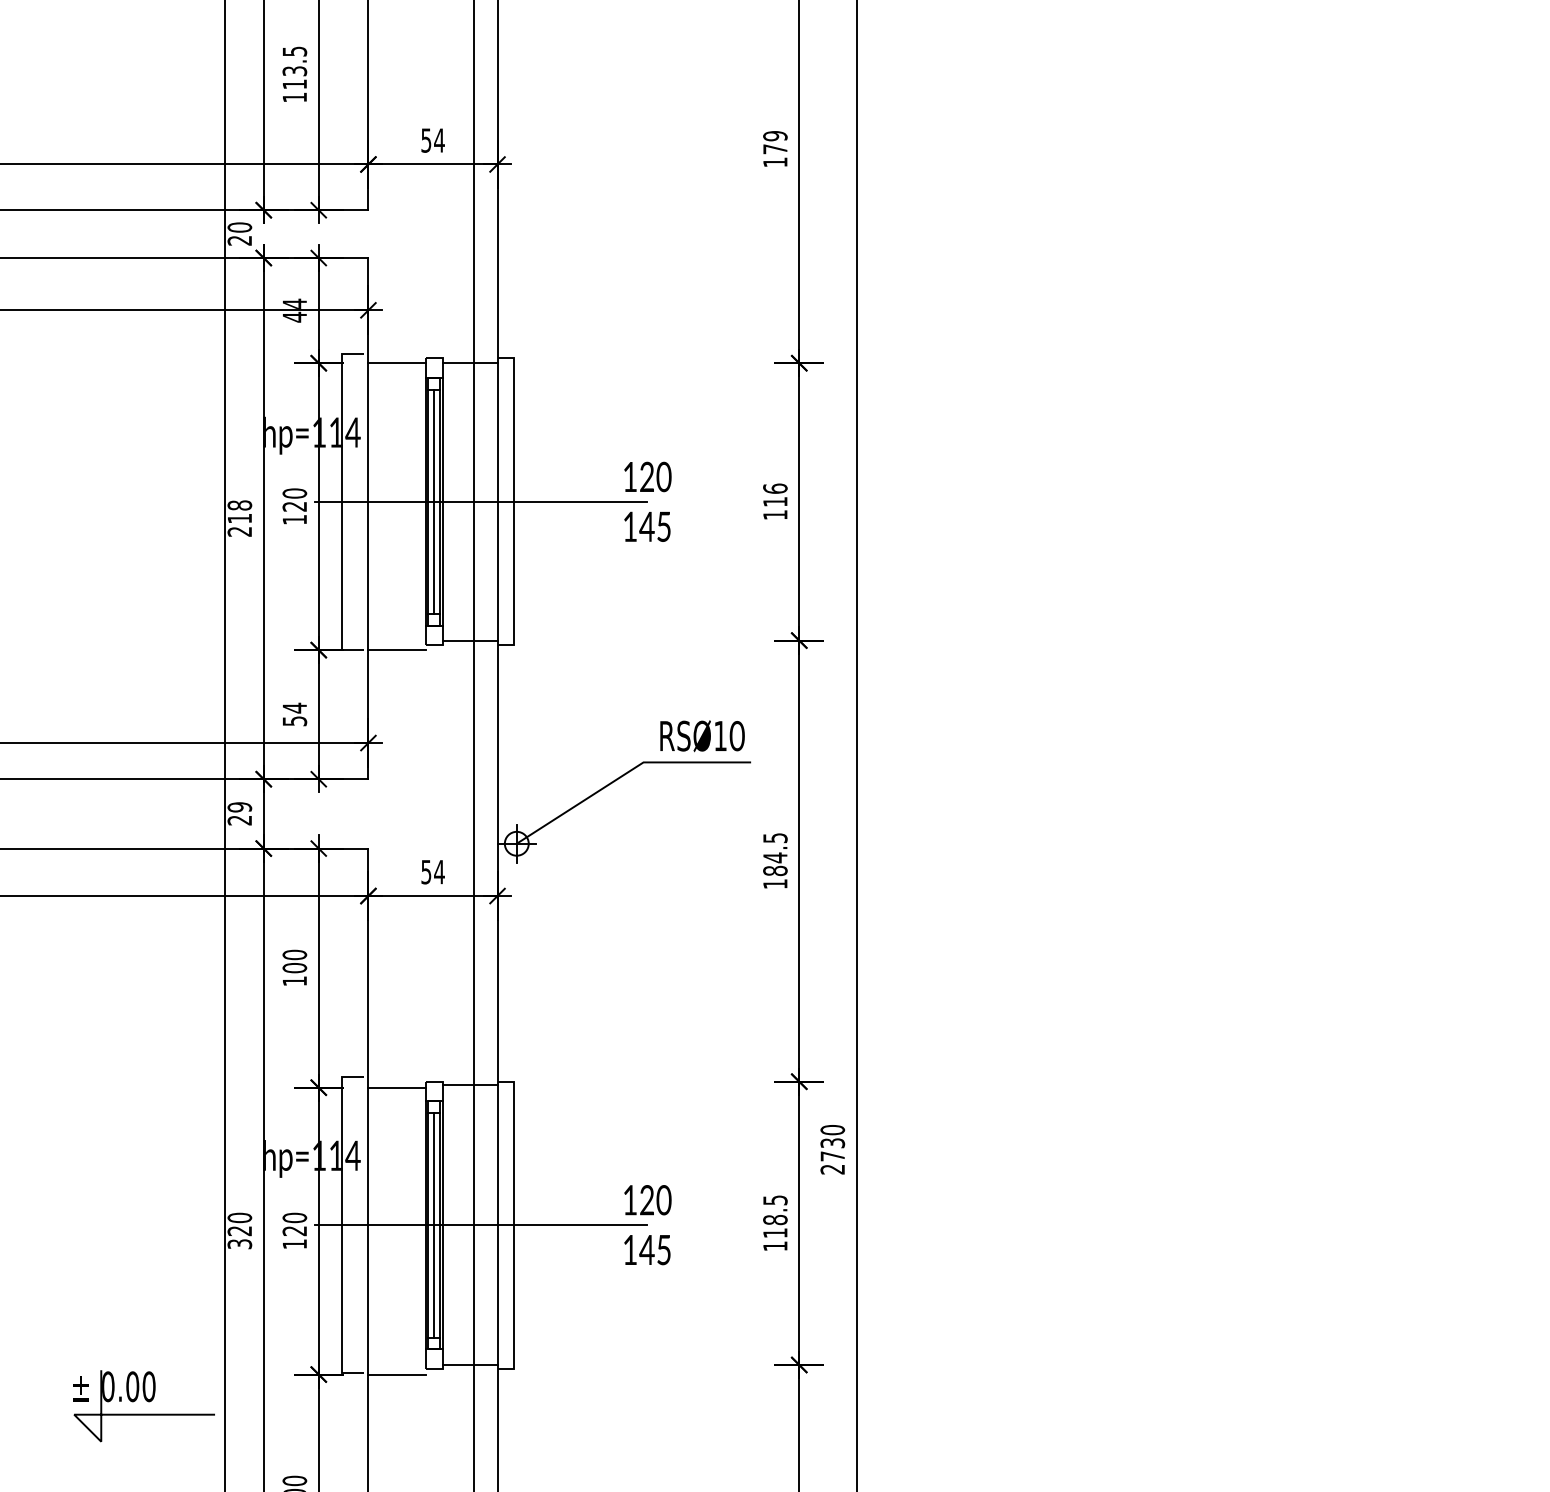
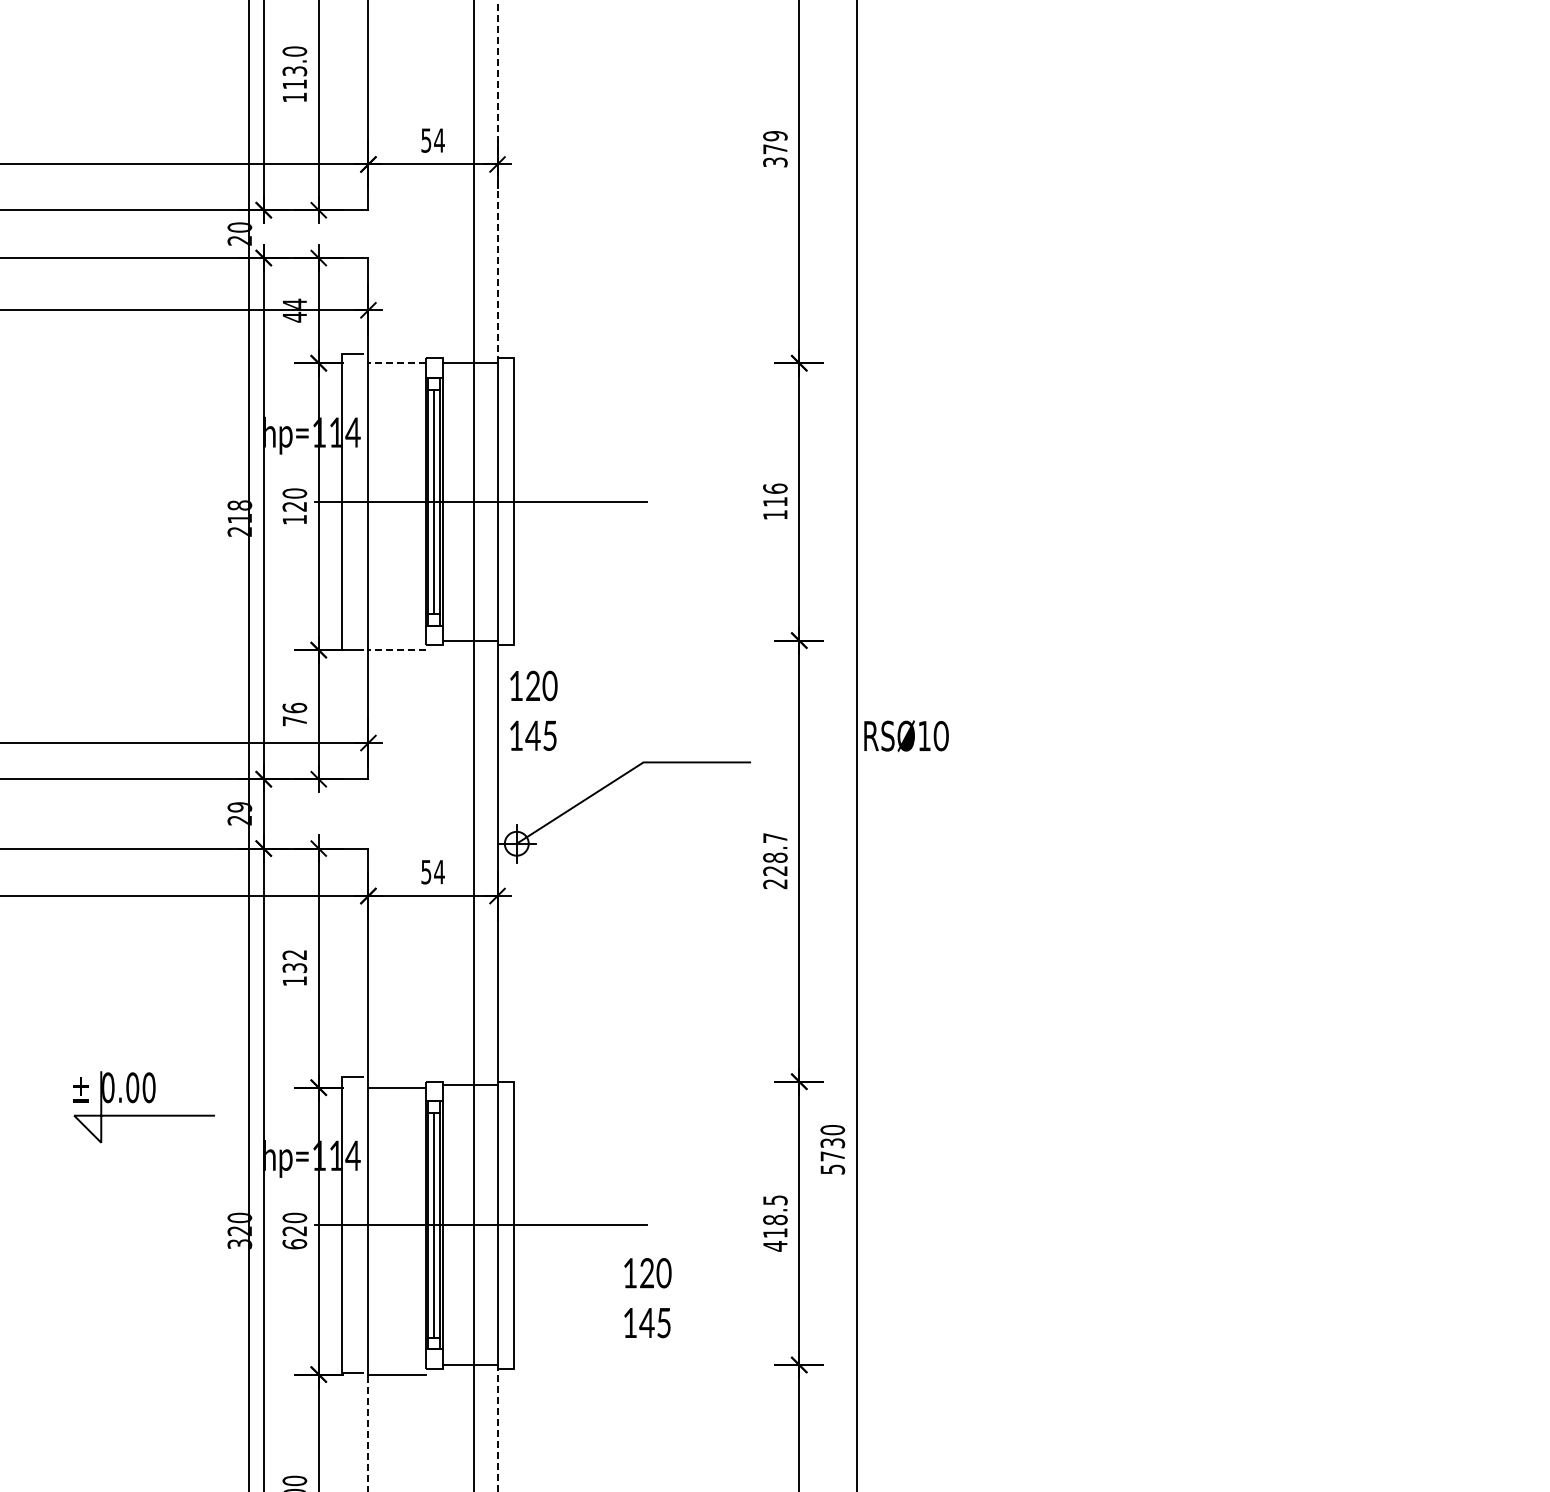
text at (294, 51): 113.5 -> 113.0
text at (775, 162): 179 -> 379
line at (497, 181): solid -> dashed
line at (397, 363): solid -> dashed
text at (647, 501) position: (647, 501) -> (533, 710)
line at (397, 650): solid -> dashed
text at (294, 714): 54 -> 76
text at (702, 736) position: (702, 736) -> (906, 736)
line at (224, 745) position: (224, 745) -> (248, 745)
text at (775, 861): 184.5 -> 228.7
text at (294, 961): 100 -> 132
text at (832, 1169): 2730 -> 5730
text at (647, 1225) position: (647, 1225) -> (647, 1298)
text at (294, 1244): 120 -> 620
text at (775, 1246): 118.5 -> 418.5
part at (143, 1406) position: (143, 1406) -> (143, 1107)
line at (497, 1427): solid -> dashed
line at (368, 1432): solid -> dashed
